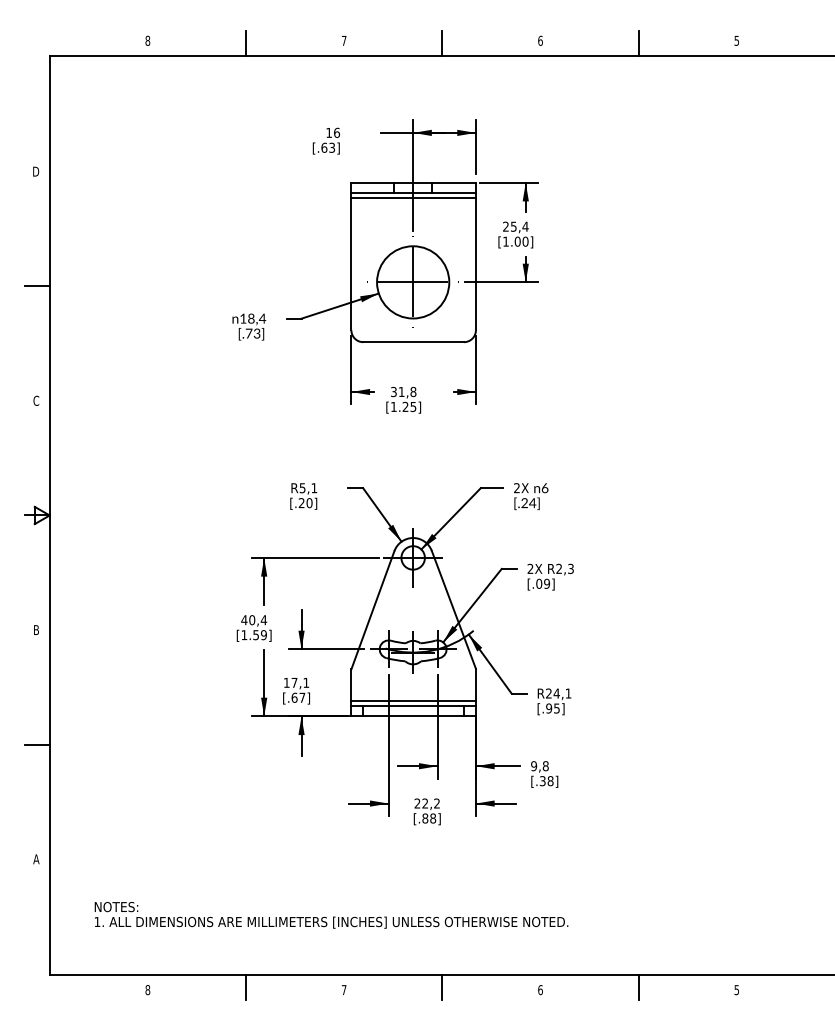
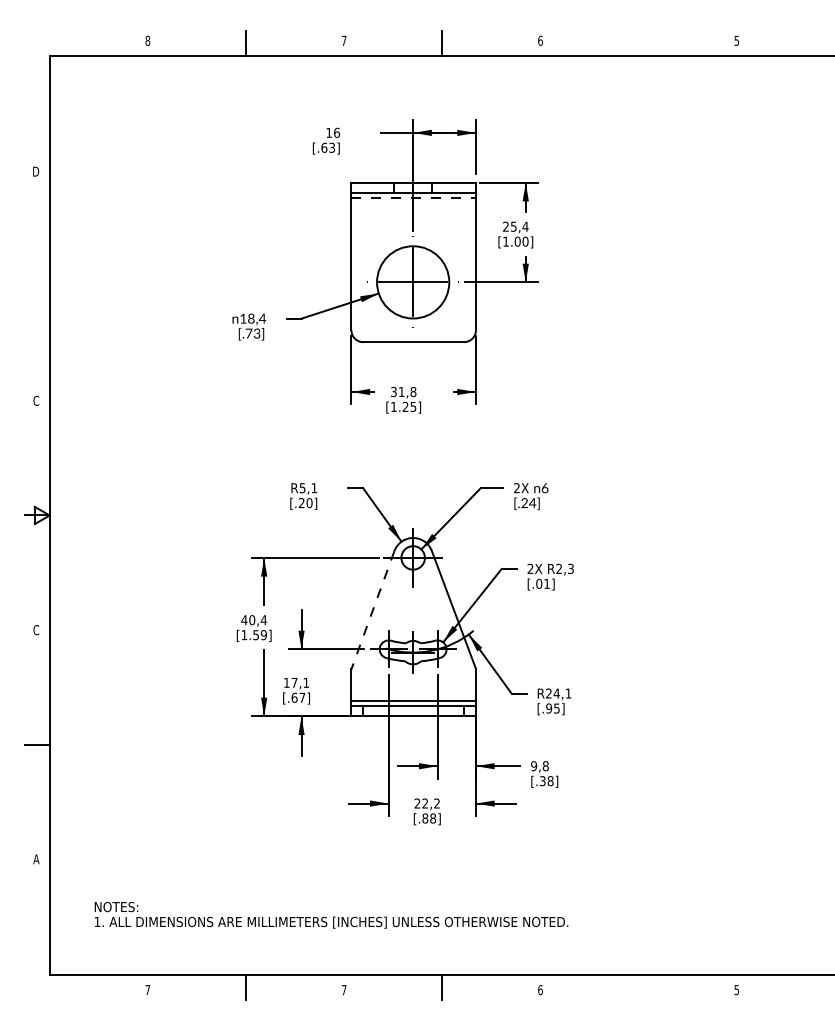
line at (638, 42): present -> none
line at (414, 198): solid -> dashed
line at (36, 286): present -> none
text at (547, 583): [.09] -> [.01]
line at (372, 610): solid -> dashed
text at (36, 630): B -> C
line at (638, 987): present -> none
text at (147, 990): 8 -> 7
